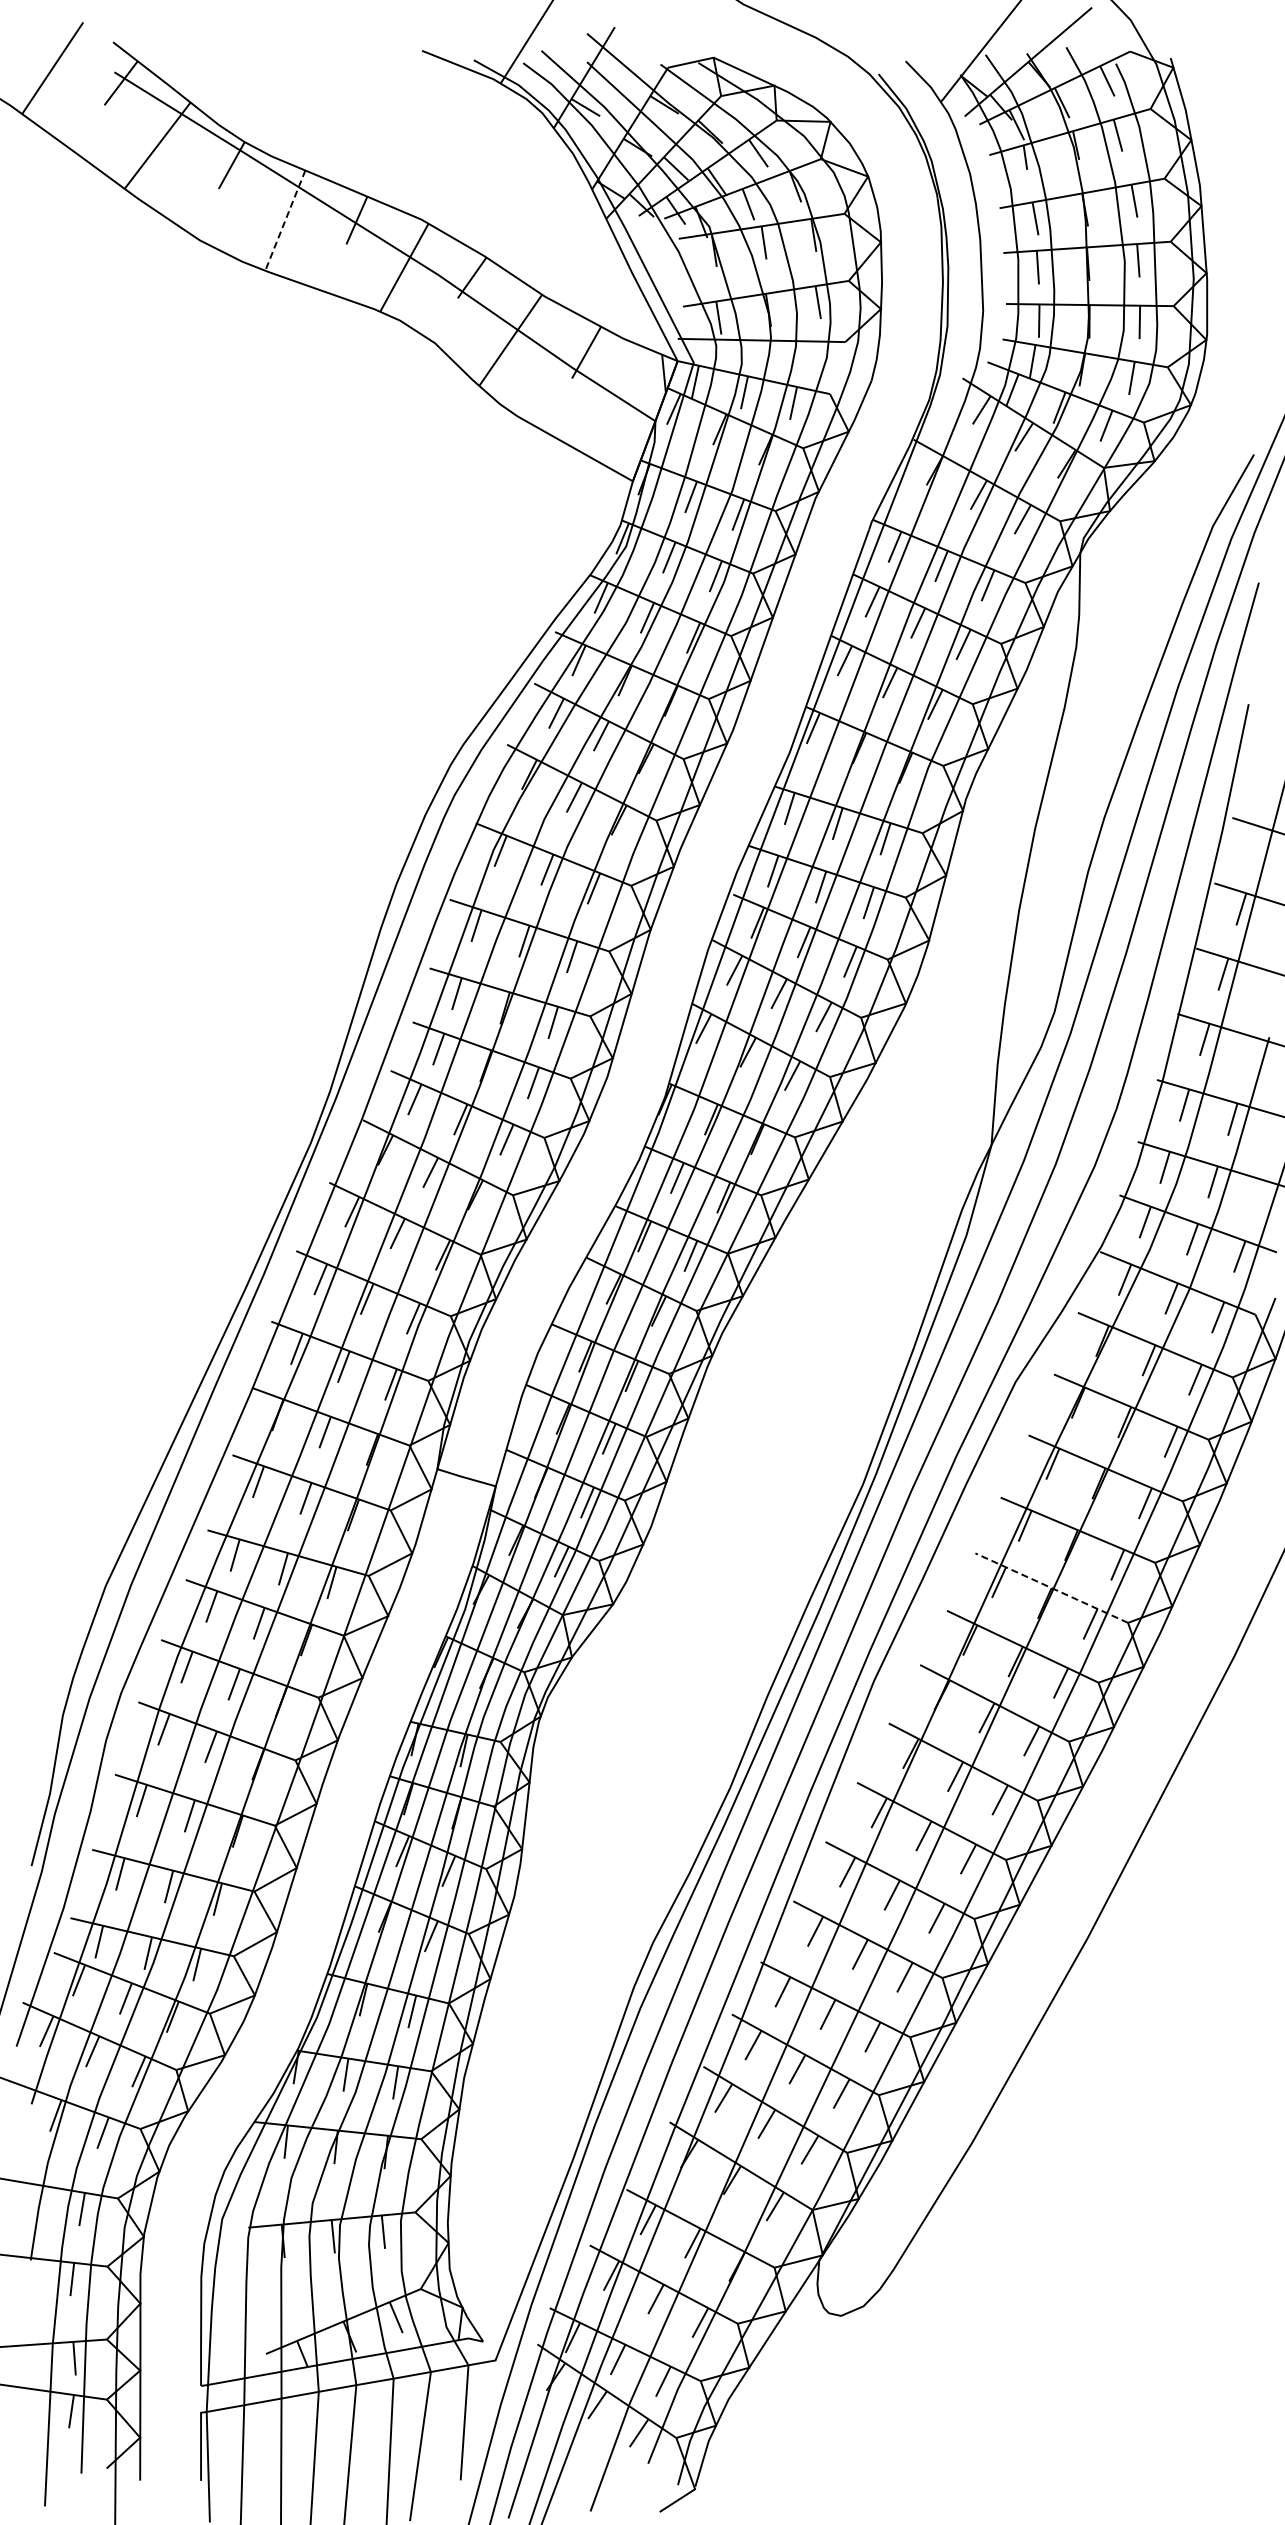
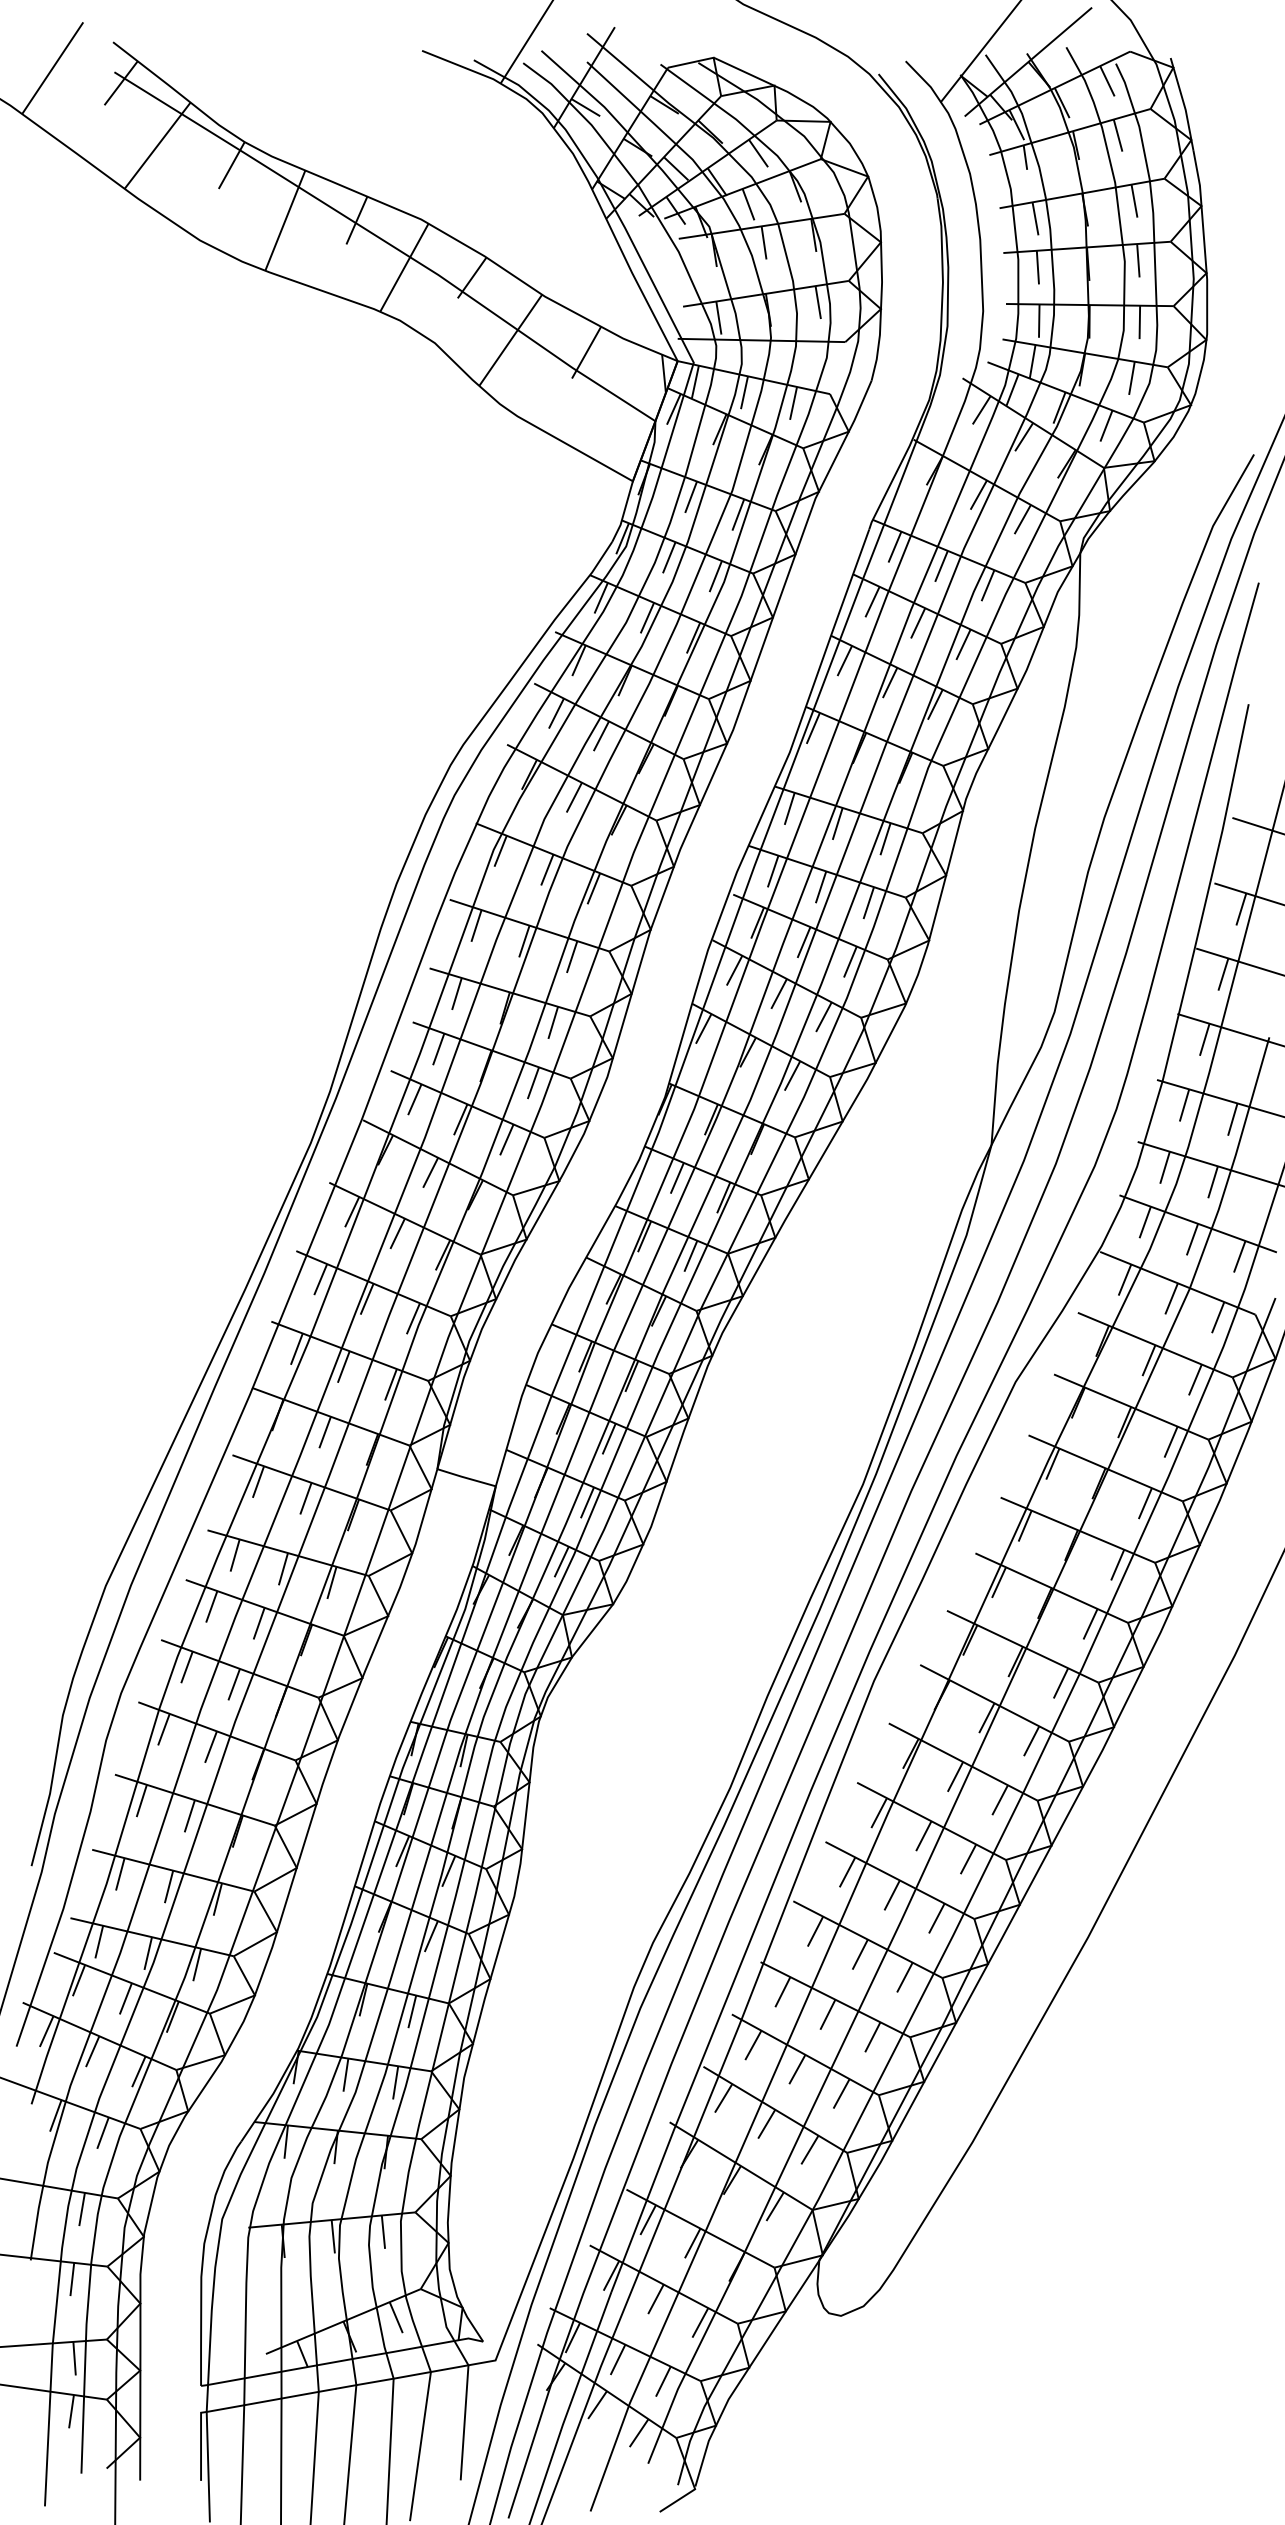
line at (285, 220): dashed -> solid
line at (1051, 1588): dashed -> solid
